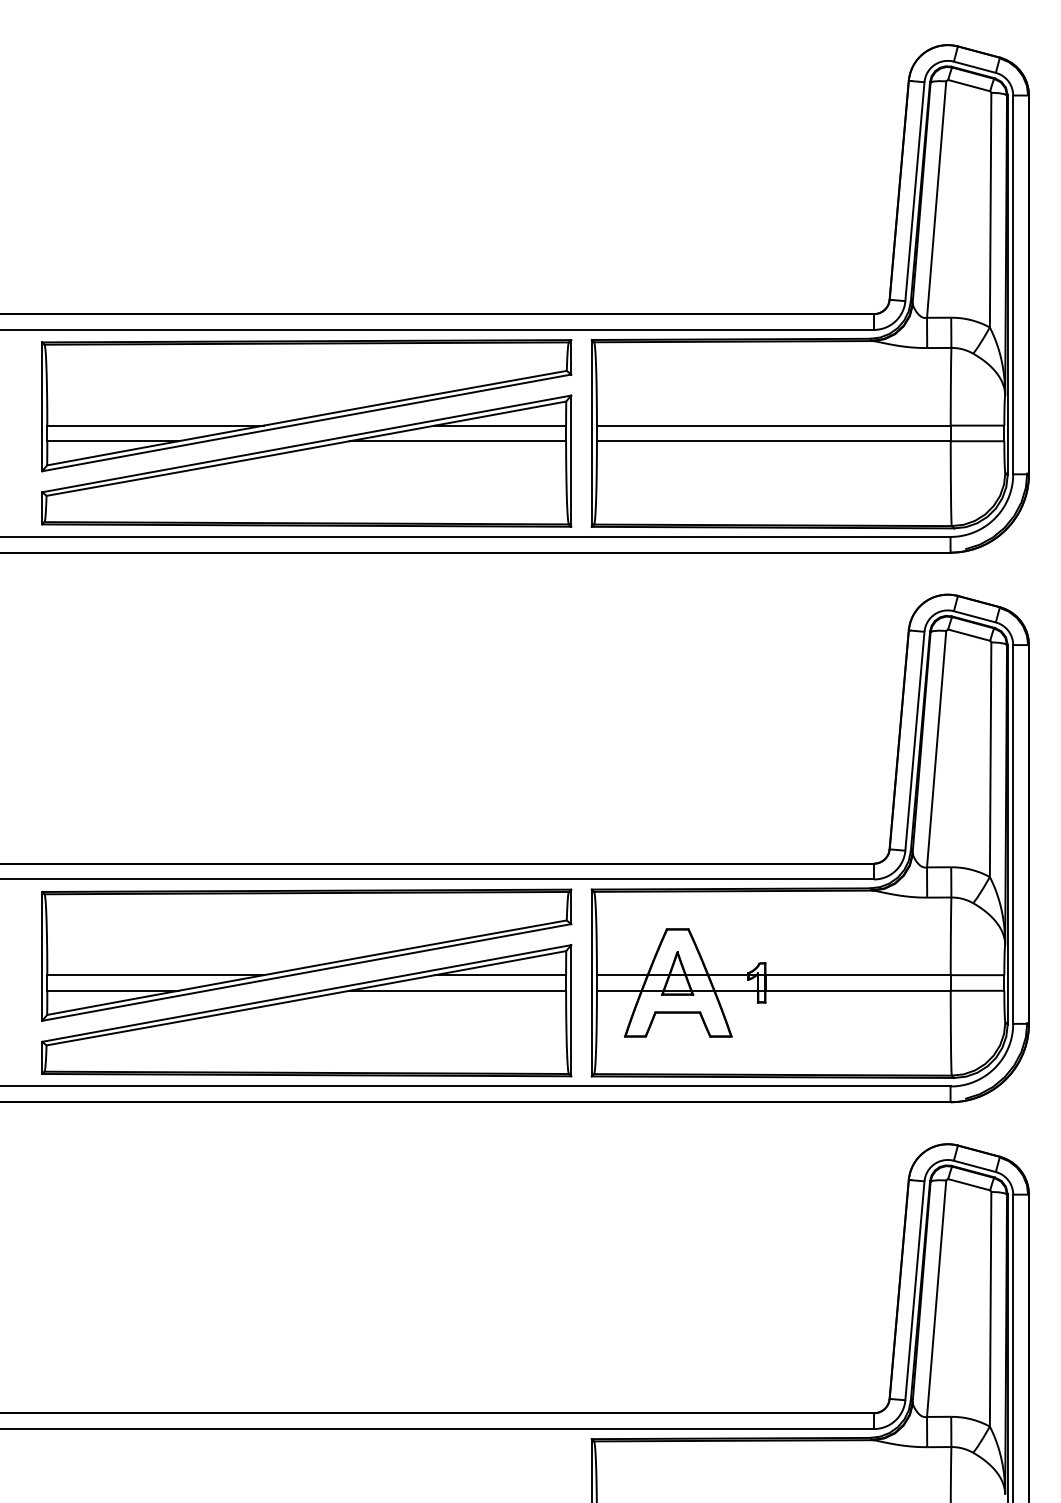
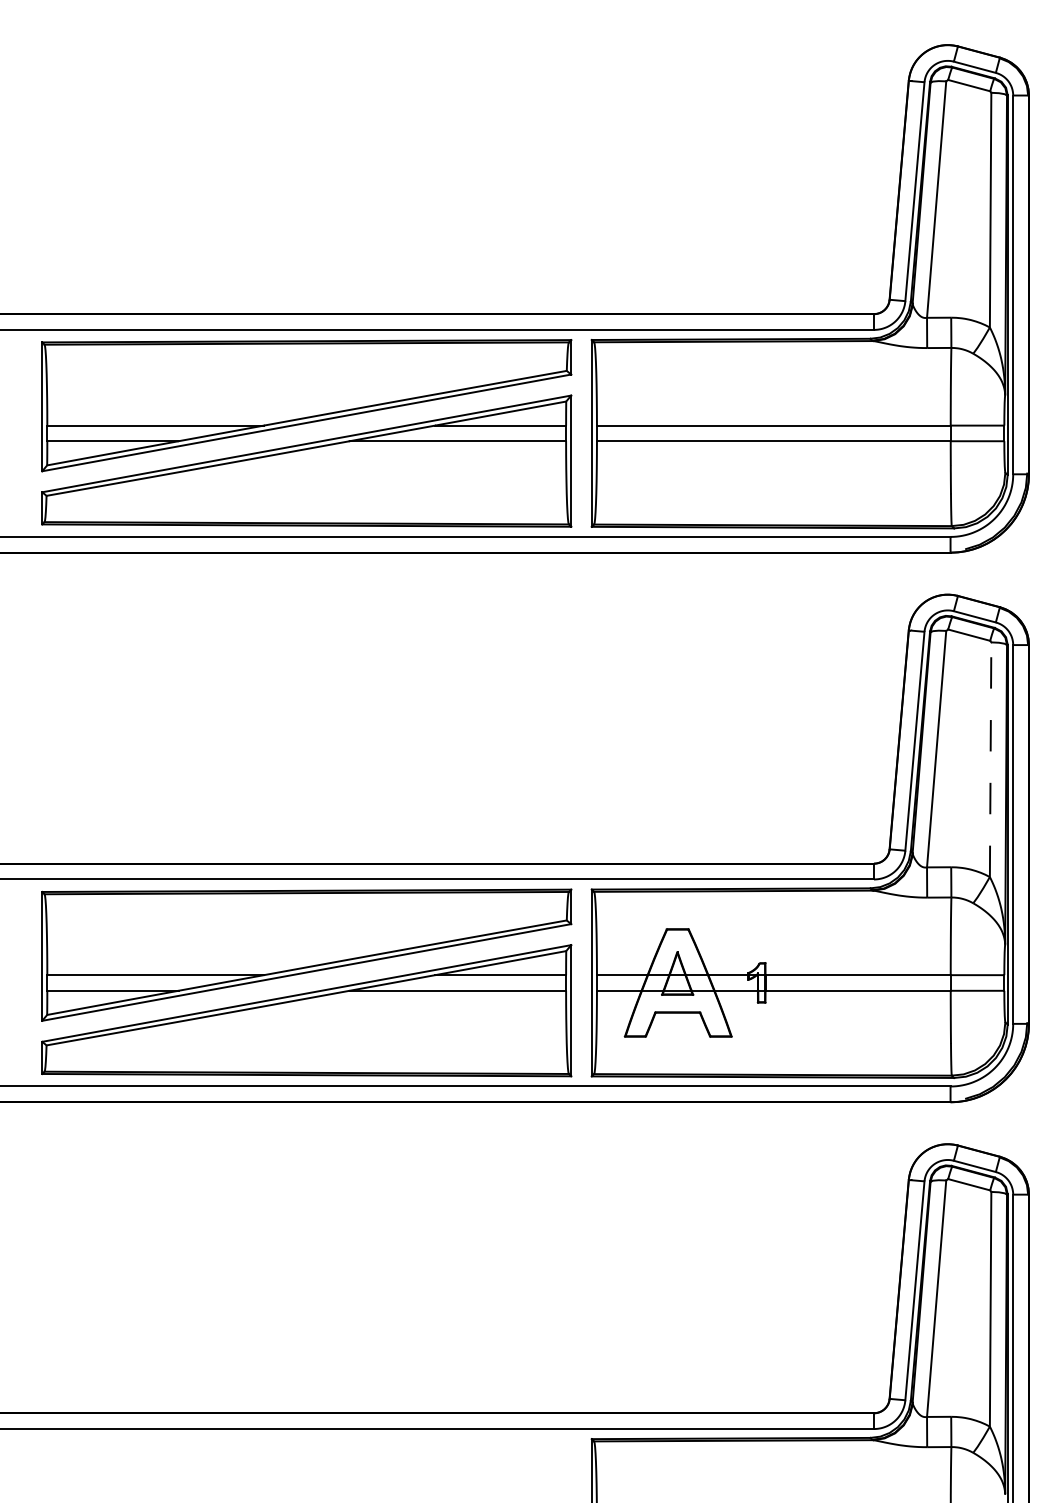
line at (990, 759): solid -> dashed
